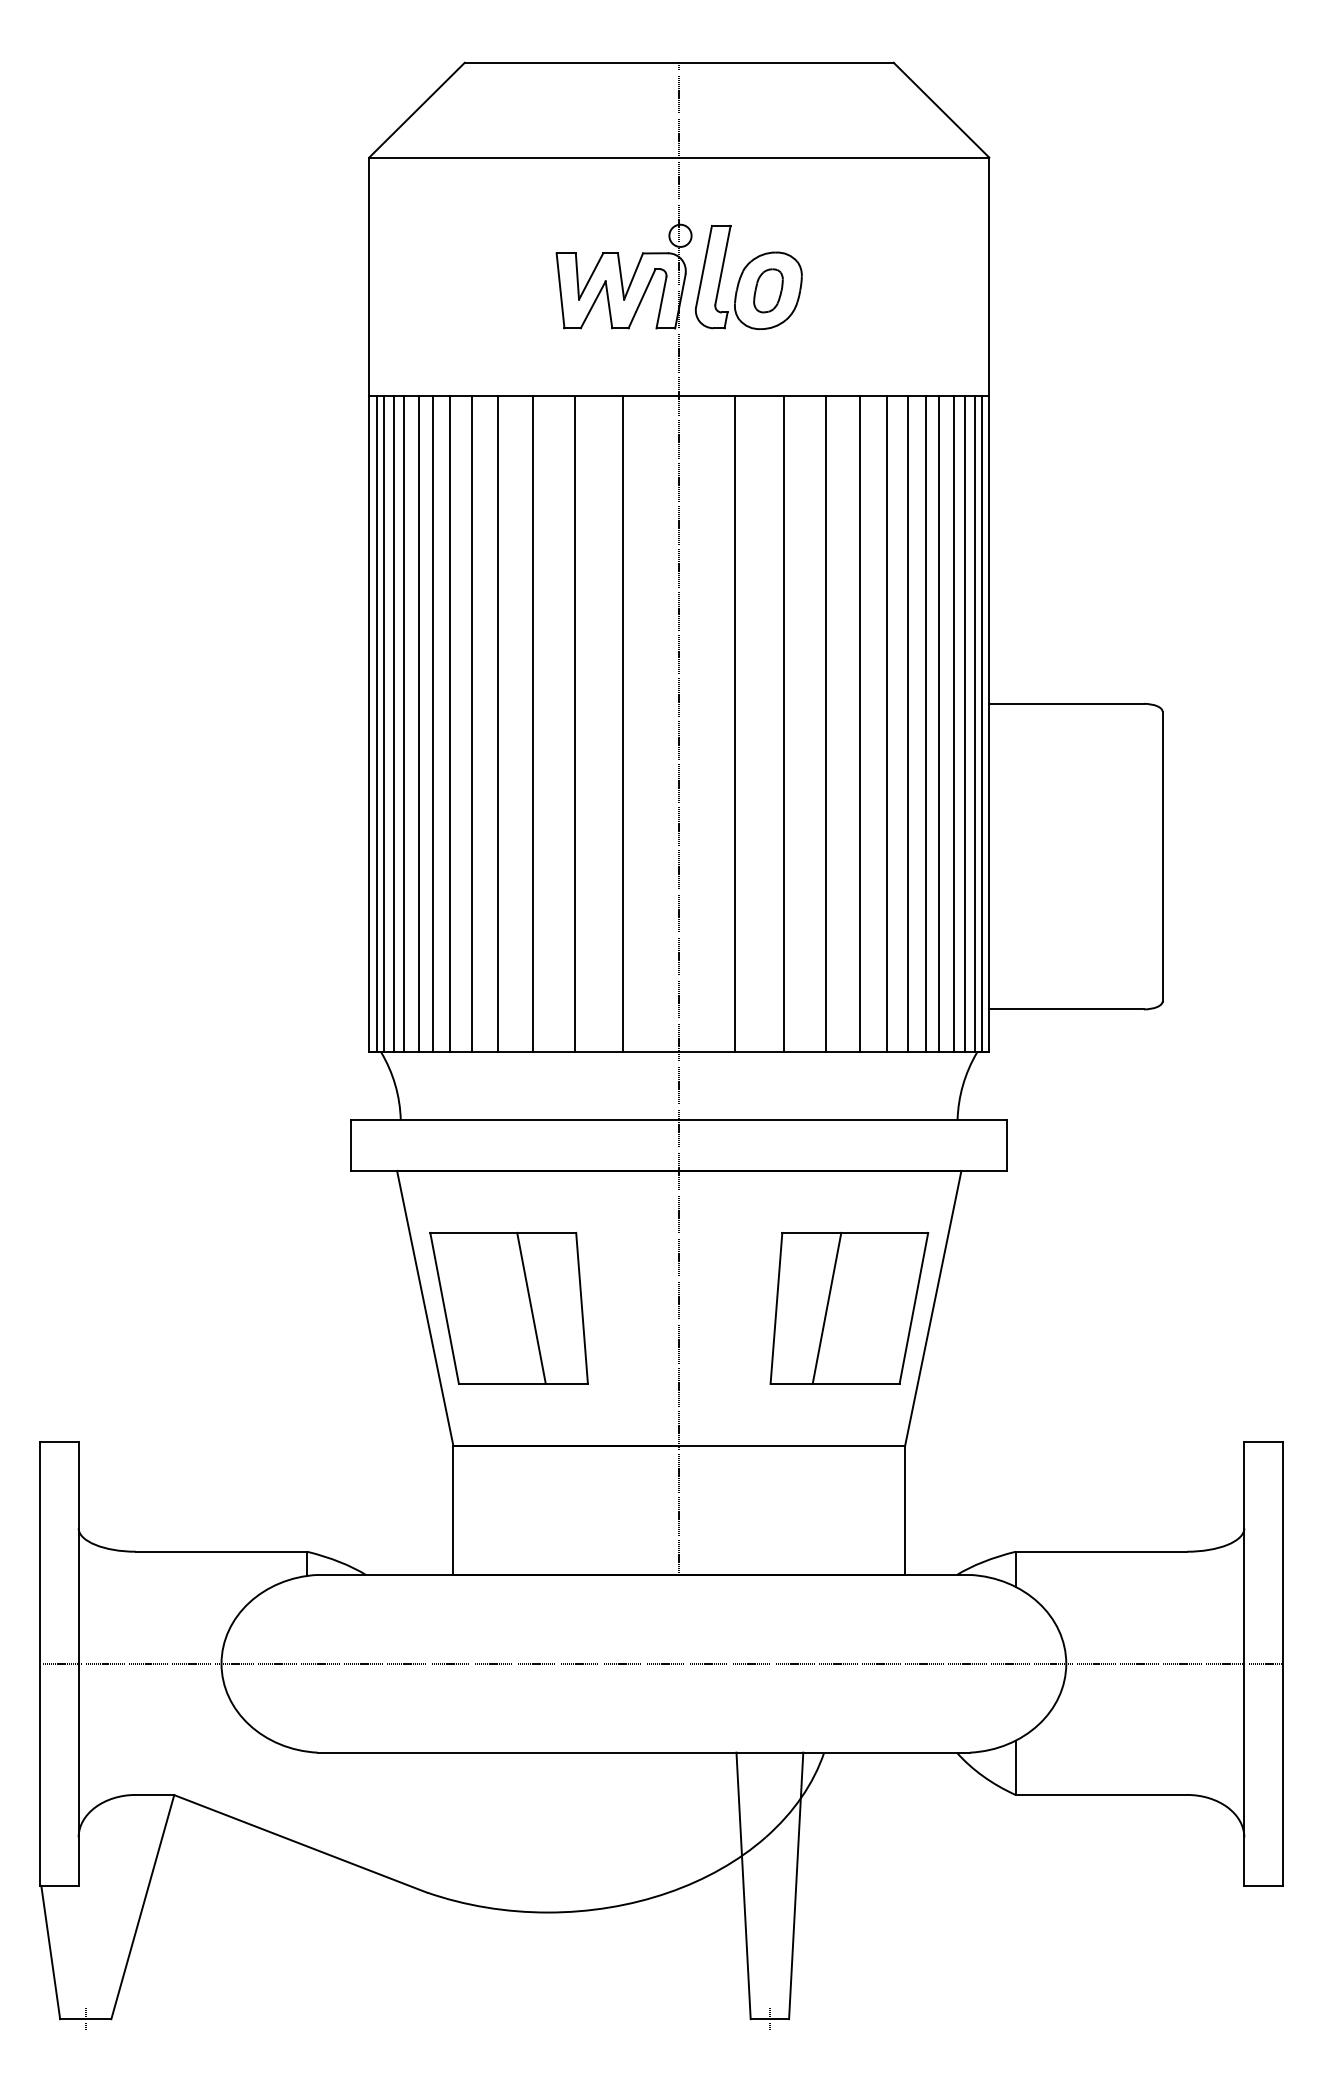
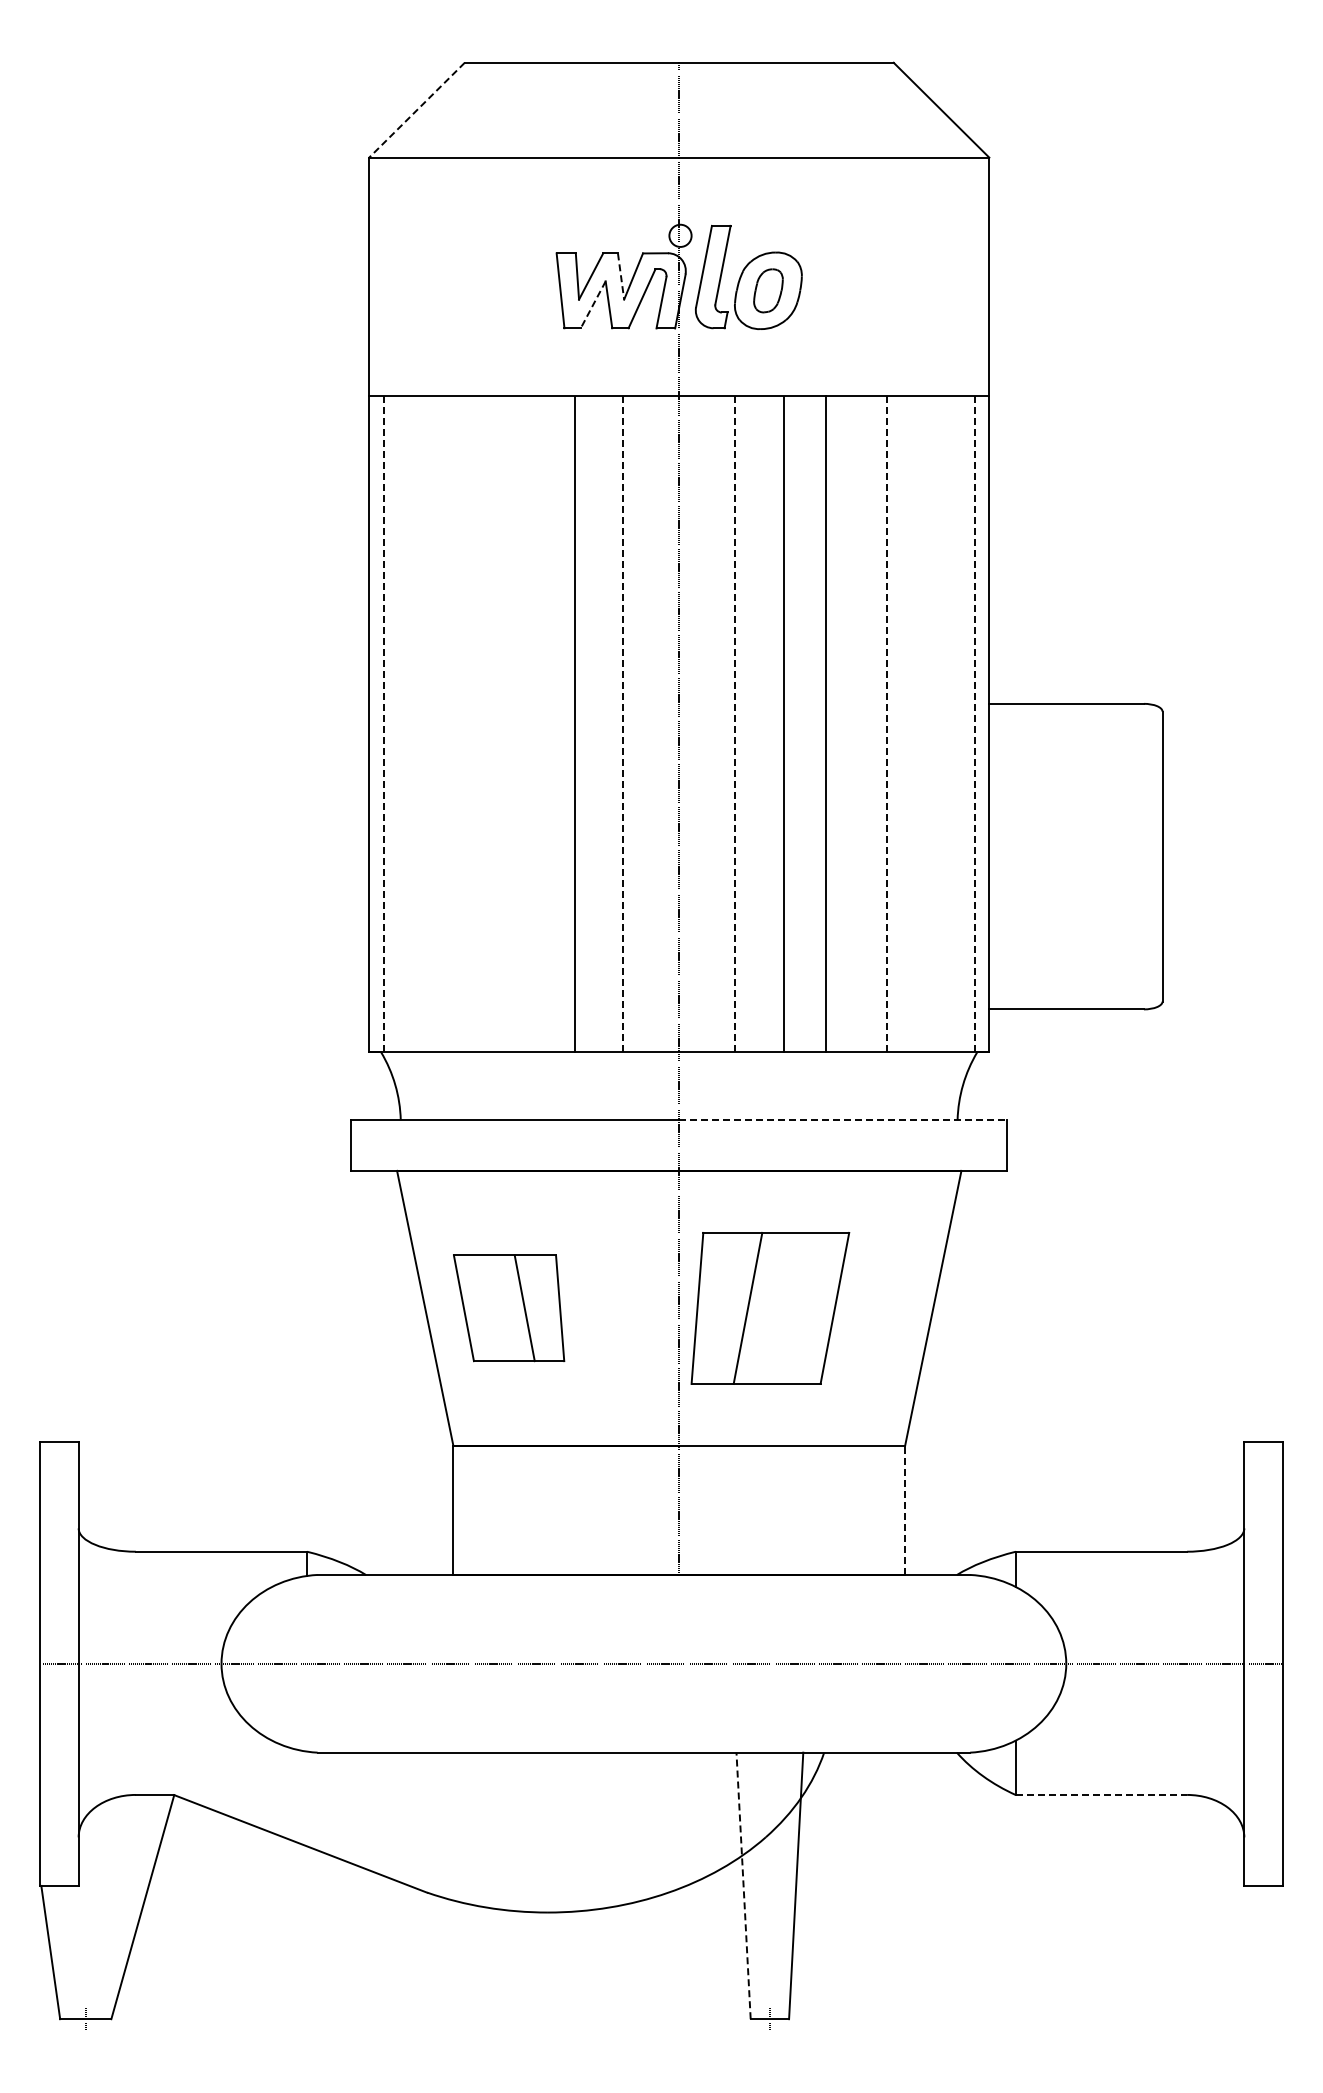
line at (416, 110): solid -> dashed
line at (621, 277): solid -> dashed
line at (593, 304): solid -> dashed
line at (377, 724): present -> none
line at (383, 724): solid -> dashed
line at (393, 724): present -> none
line at (404, 724): present -> none
line at (419, 724): present -> none
line at (432, 724): present -> none
line at (450, 724): present -> none
line at (471, 724): present -> none
line at (498, 724): present -> none
line at (532, 724): present -> none
line at (623, 724): solid -> dashed
line at (735, 724): solid -> dashed
line at (860, 724): present -> none
line at (886, 724): solid -> dashed
line at (908, 724): present -> none
line at (925, 724): present -> none
line at (939, 724): present -> none
line at (954, 724): present -> none
line at (965, 724): present -> none
line at (974, 724): solid -> dashed
line at (981, 724): present -> none
line at (843, 1120): solid -> dashed
part at (508, 1307) size: 160x154 px -> 113x109 px
part at (849, 1308) position: (849, 1308) -> (770, 1308)
line at (905, 1510): solid -> dashed
line at (1101, 1795): solid -> dashed
line at (743, 1885): solid -> dashed
